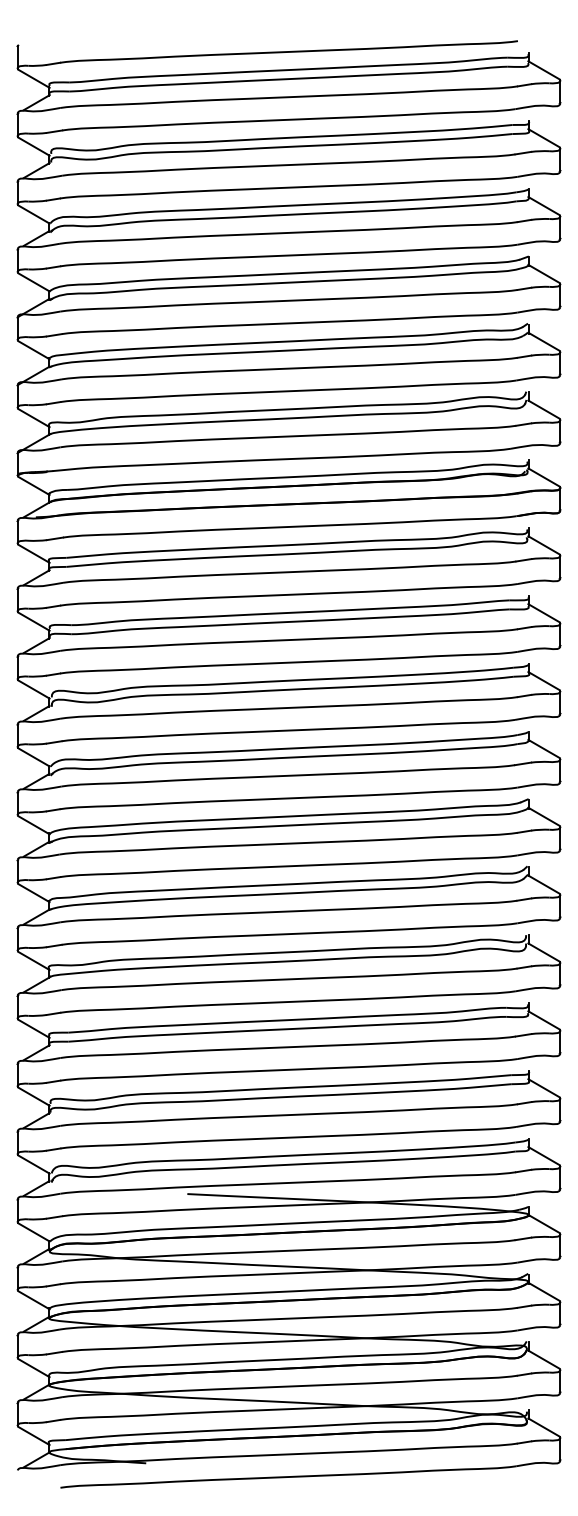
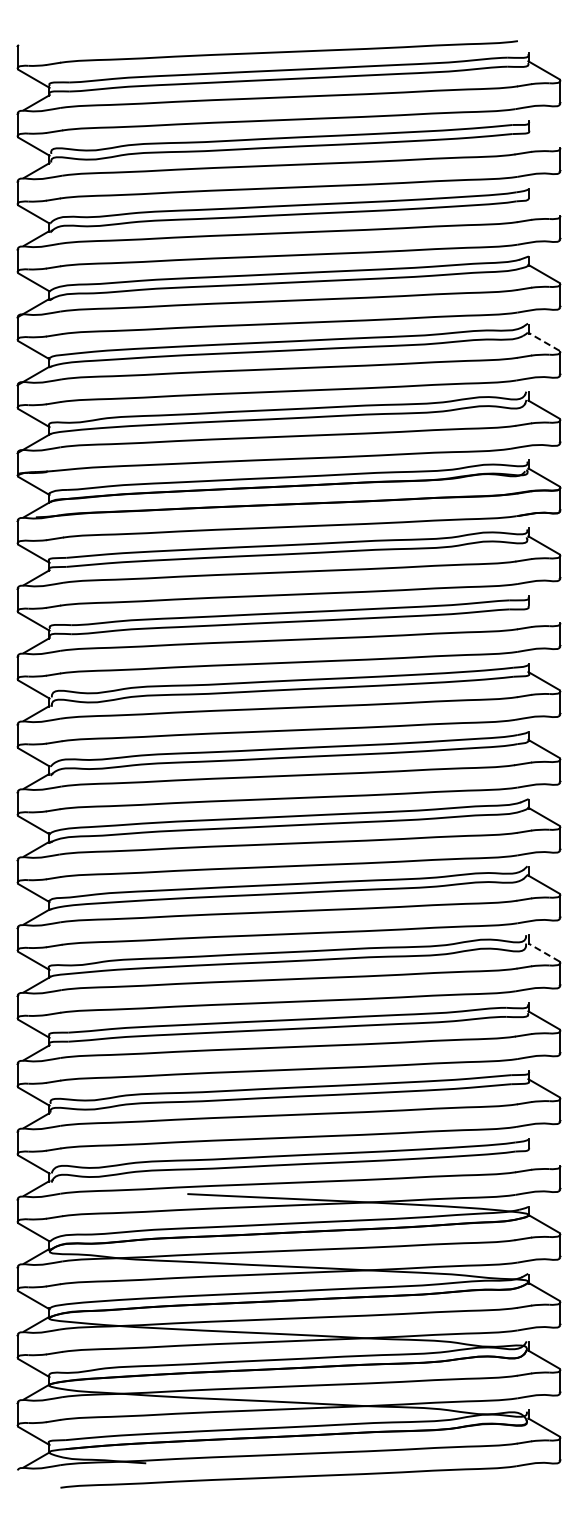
line at (543, 138): present -> none
line at (543, 206): present -> none
line at (543, 341): solid -> dashed
line at (543, 613): present -> none
line at (543, 952): solid -> dashed
line at (543, 1156): present -> none
